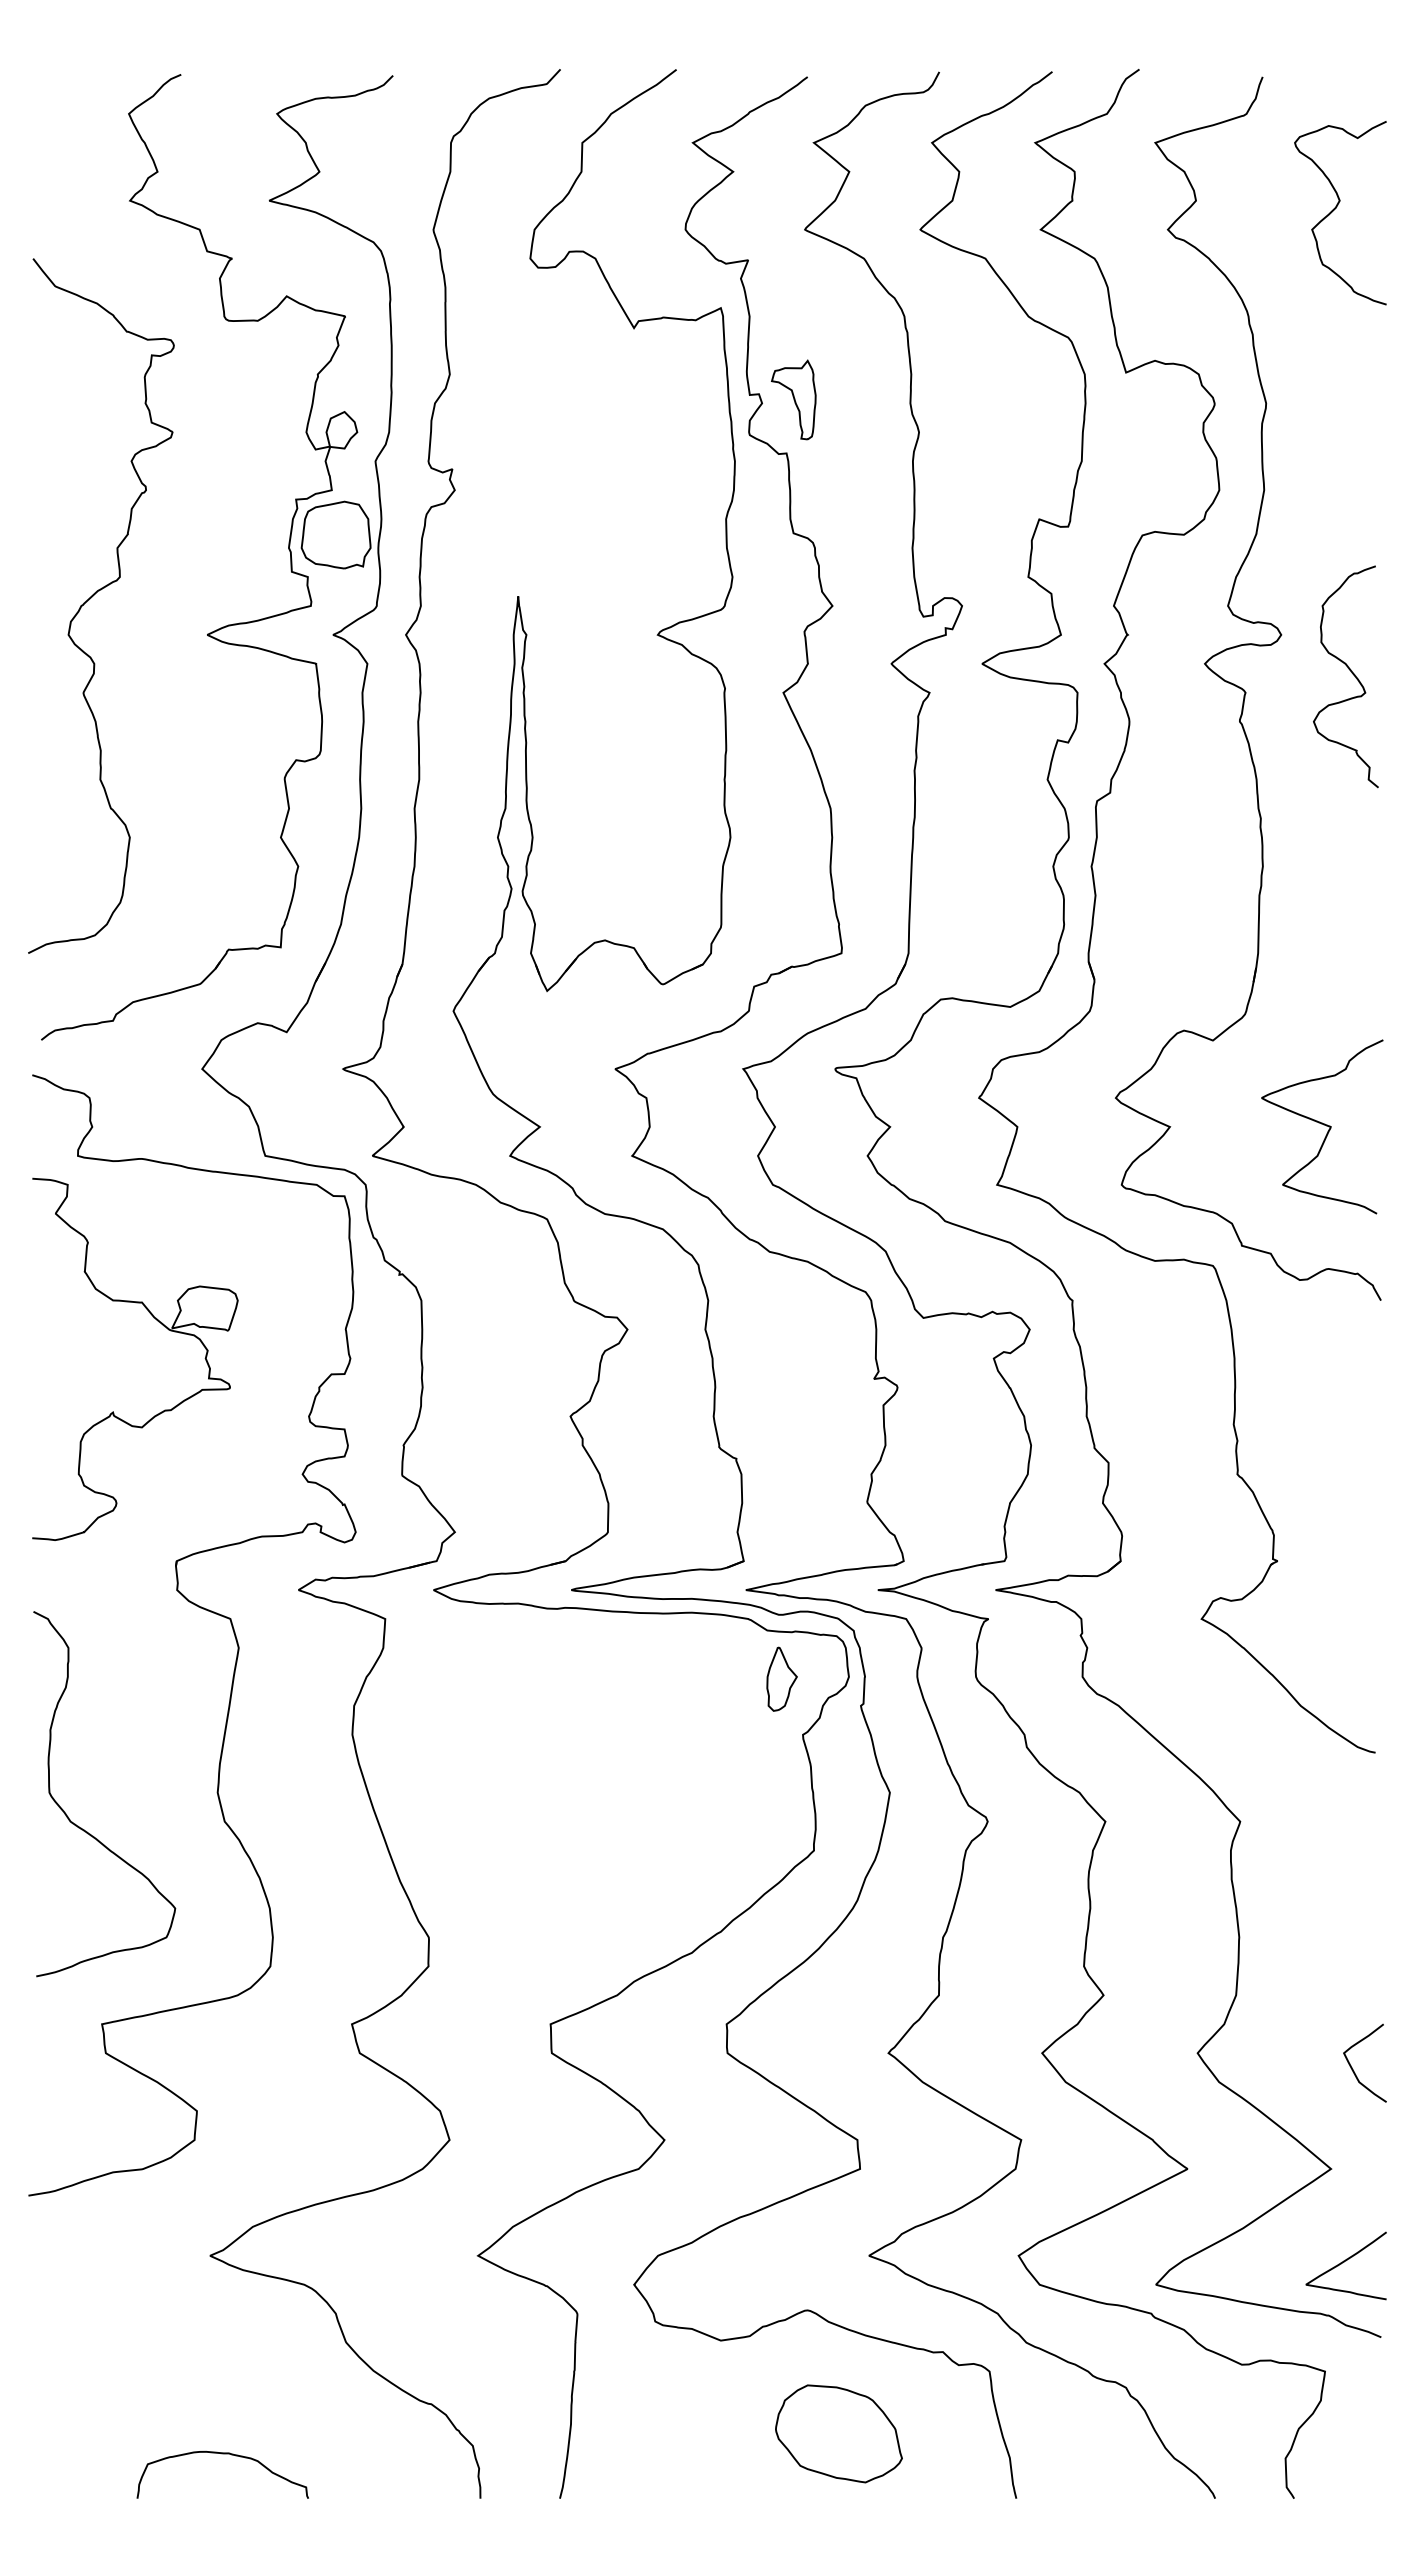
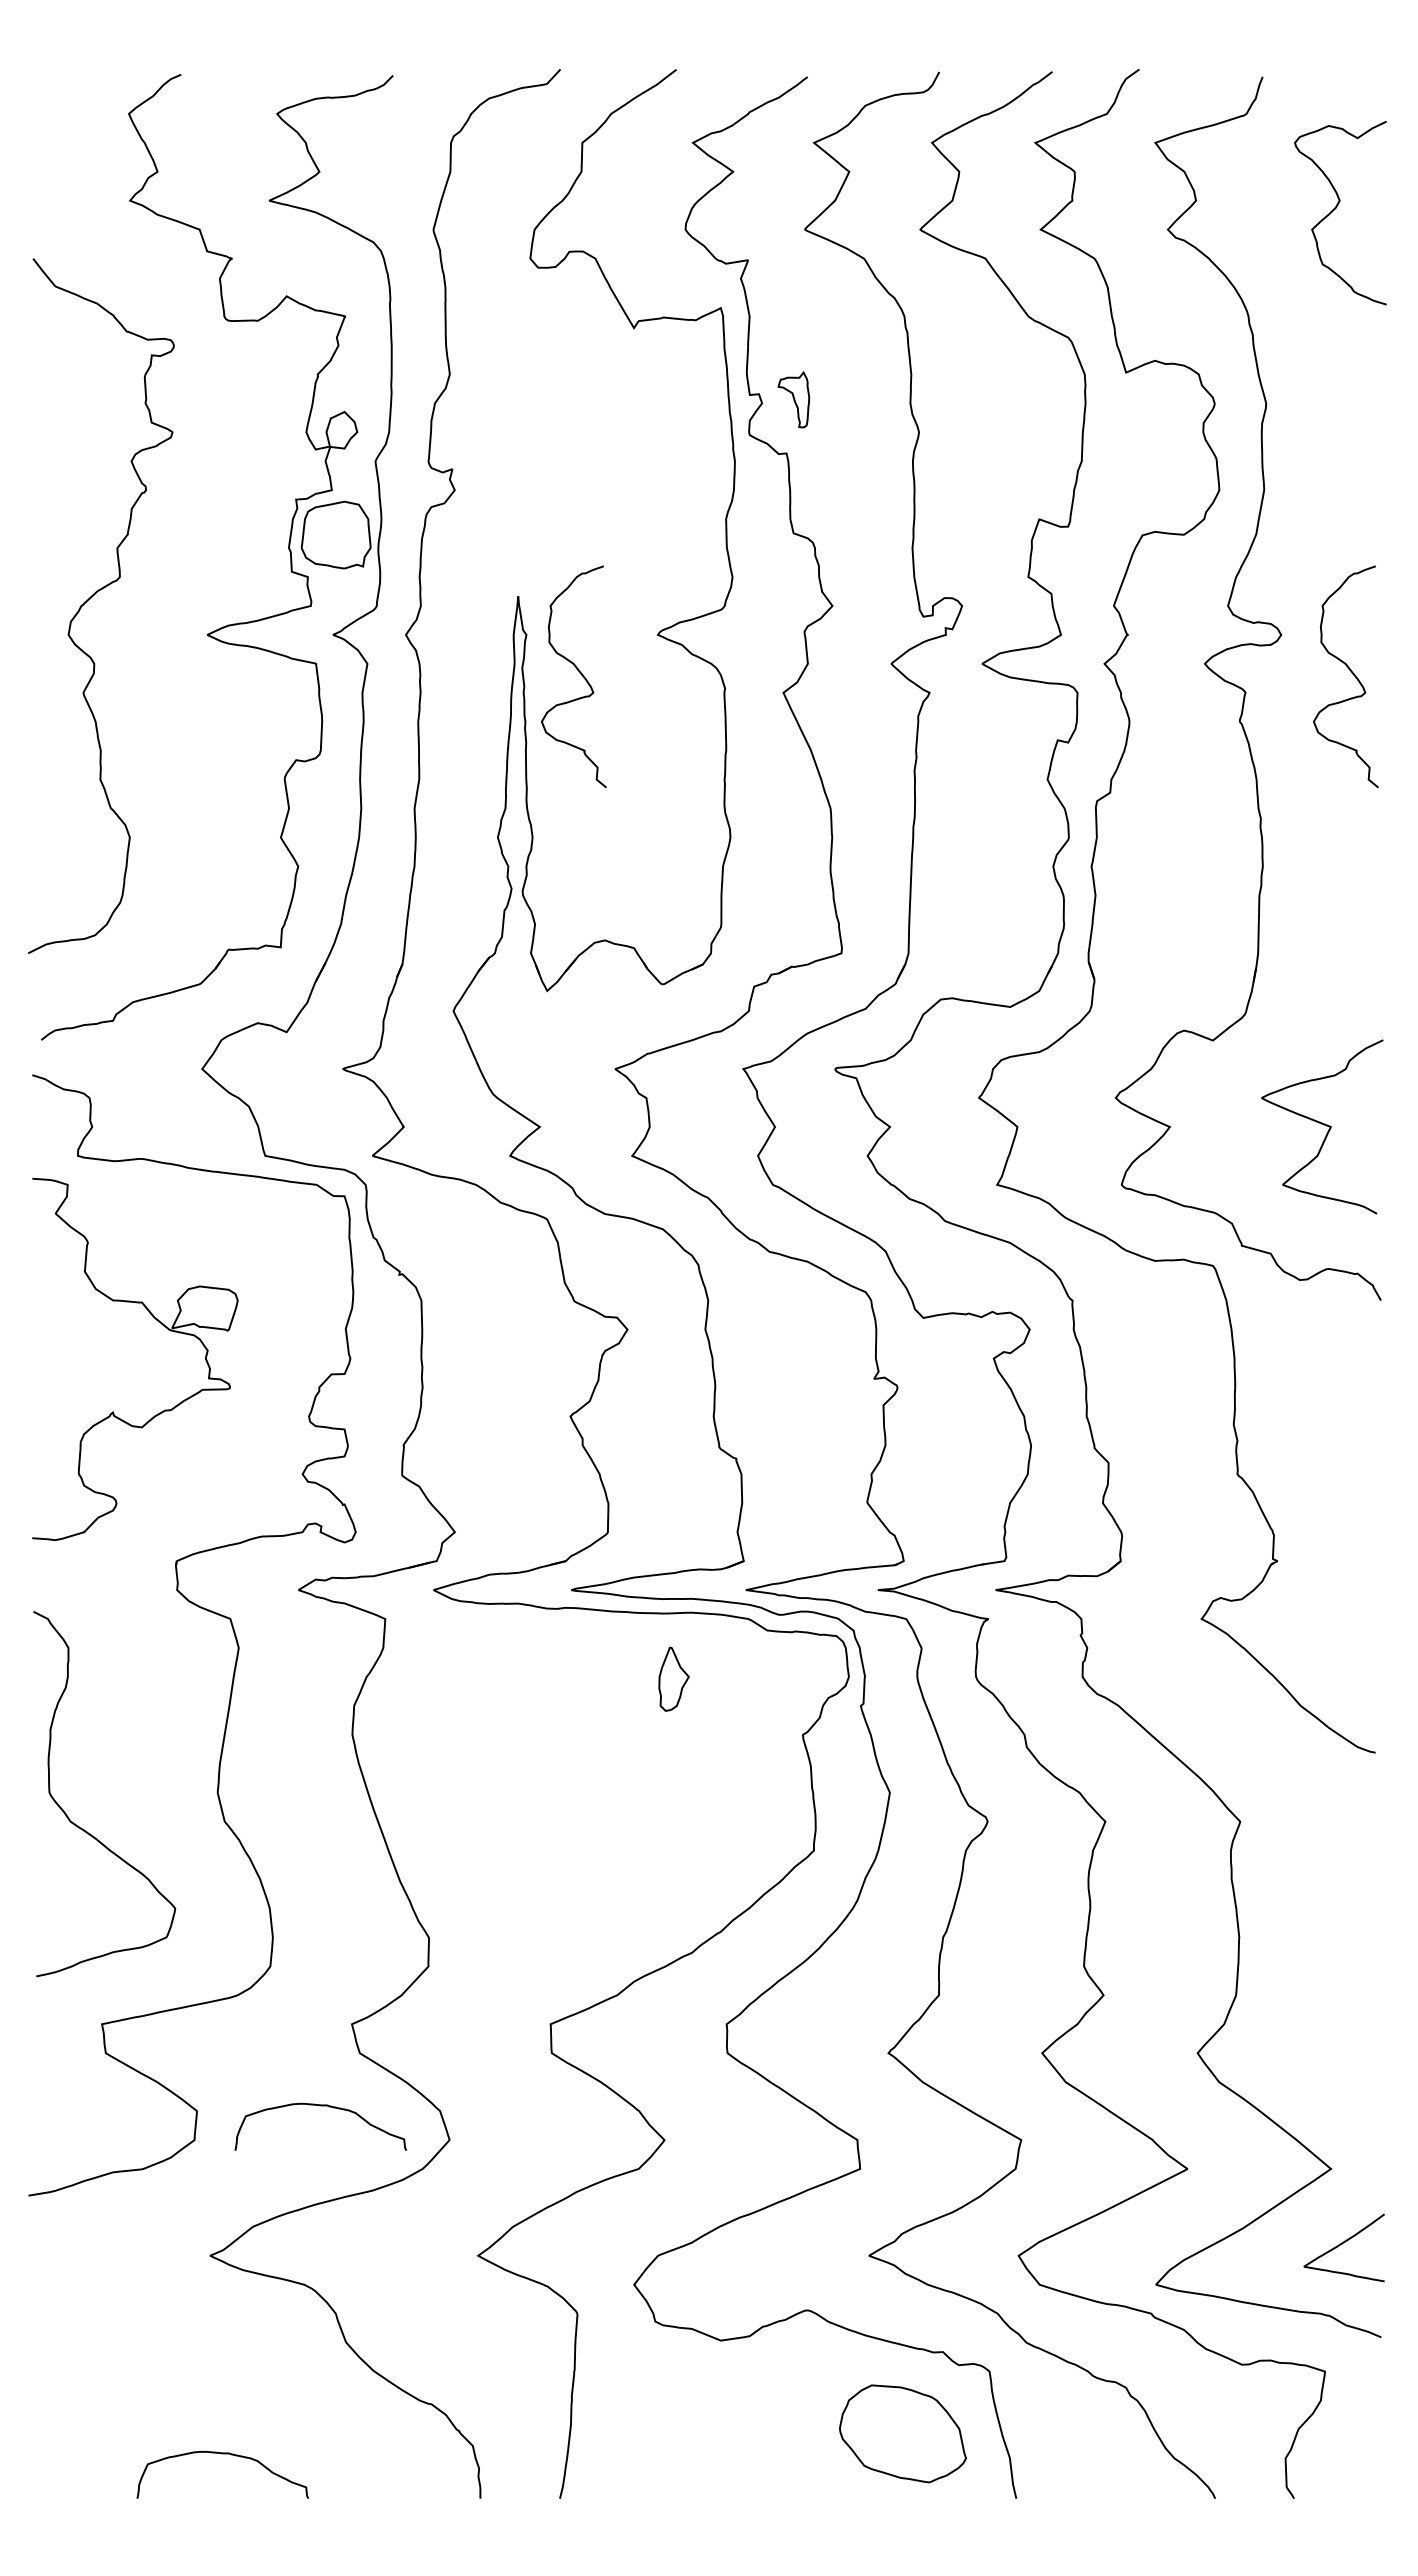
part at (793, 399) size: 46x82 px -> 34x58 px
curve at (579, 673): none -> present
part at (781, 1678) position: (781, 1678) -> (673, 1678)
curve at (1352, 2067): present -> none
curve at (320, 2106): none -> present
curve at (1344, 2262) position: (1344, 2262) -> (1342, 2244)
part at (838, 2433) position: (838, 2433) -> (902, 2433)
